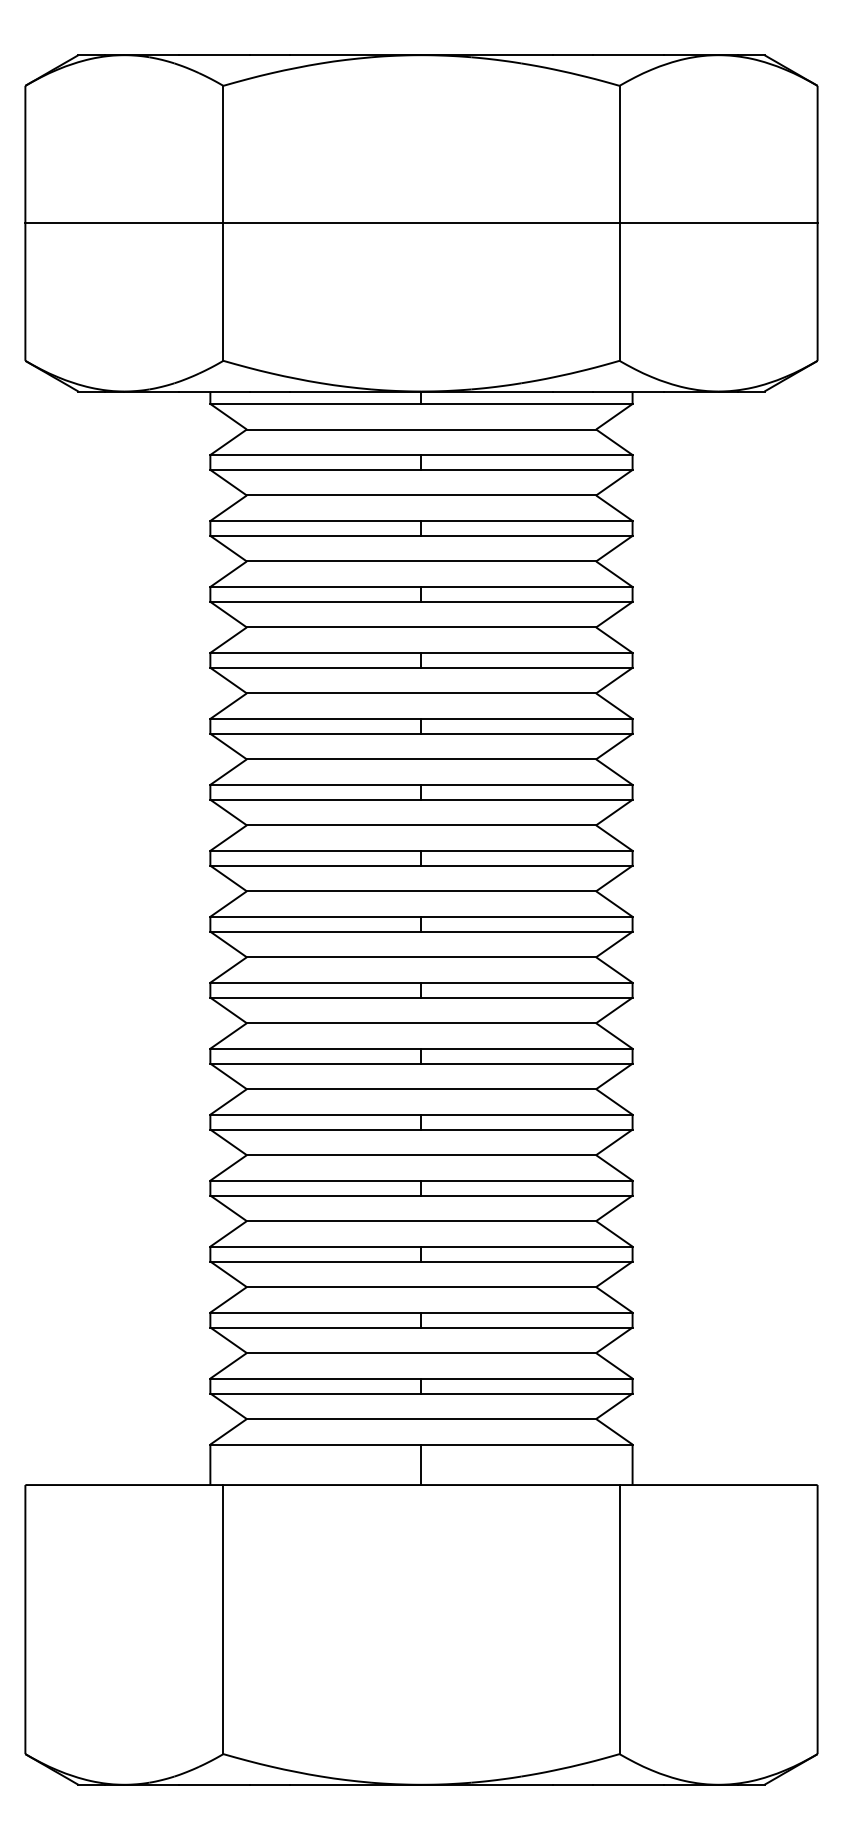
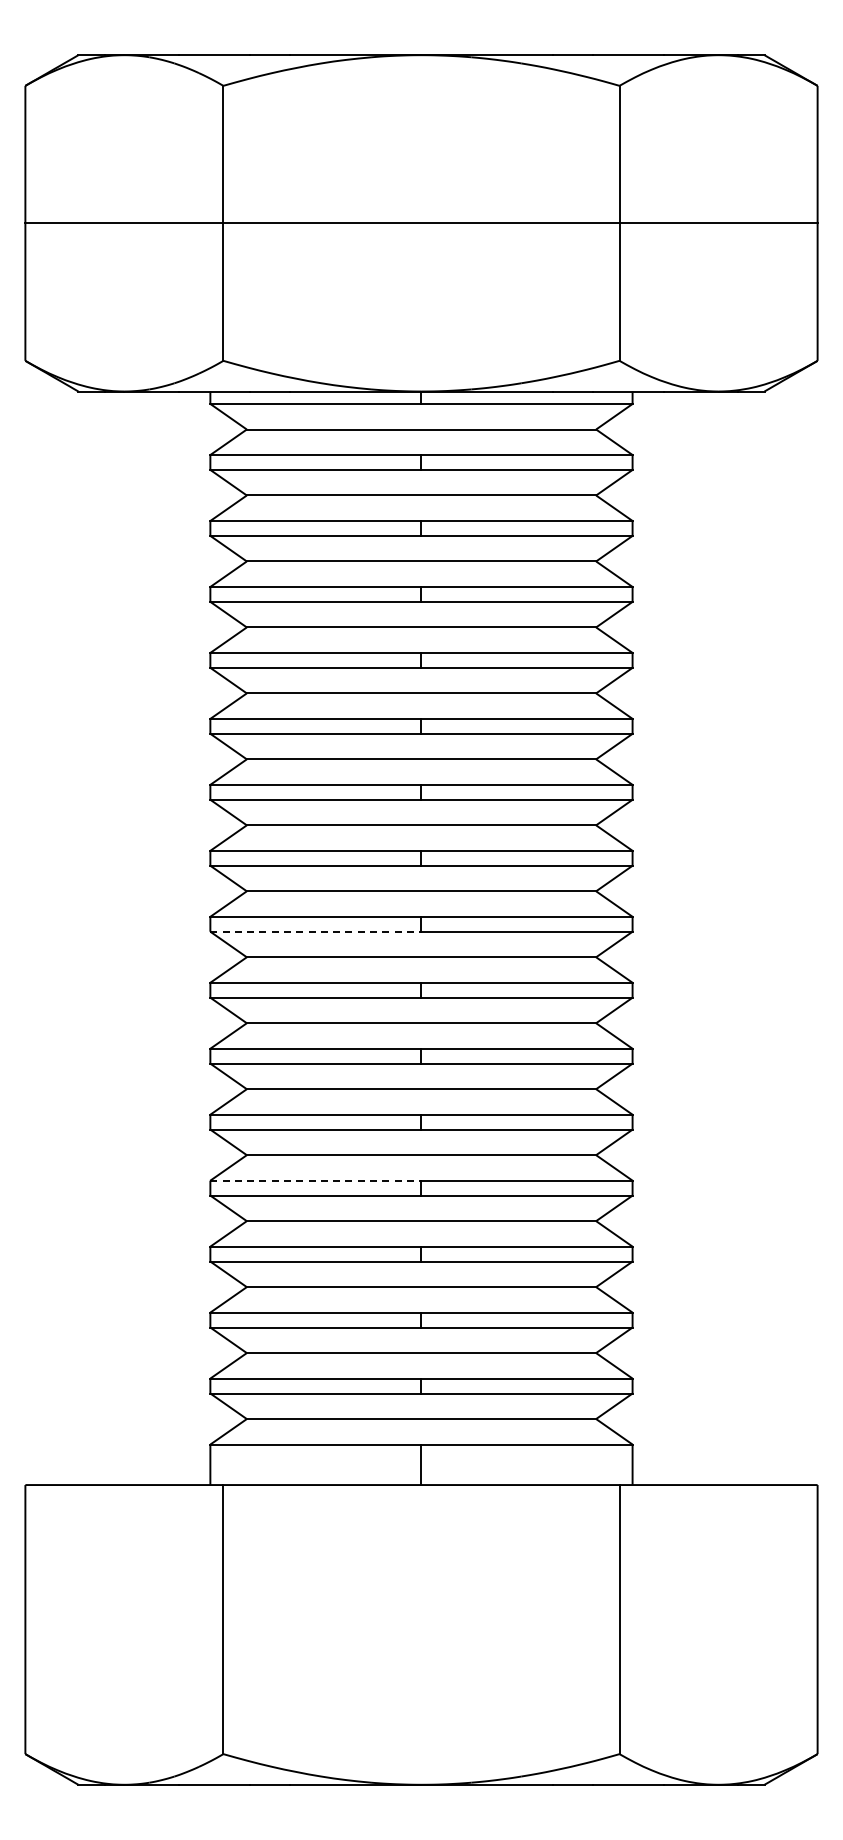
line at (315, 931): solid -> dashed
line at (315, 1180): solid -> dashed
